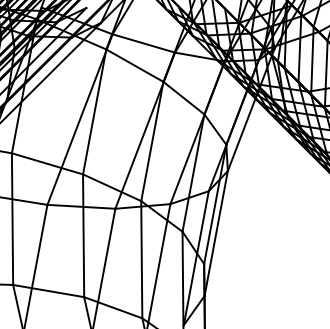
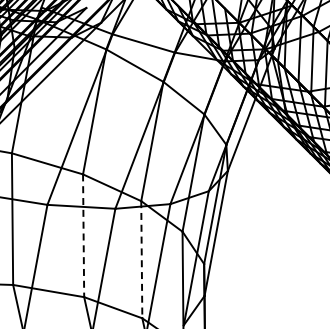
line at (83, 236): solid -> dashed
line at (141, 259): solid -> dashed
